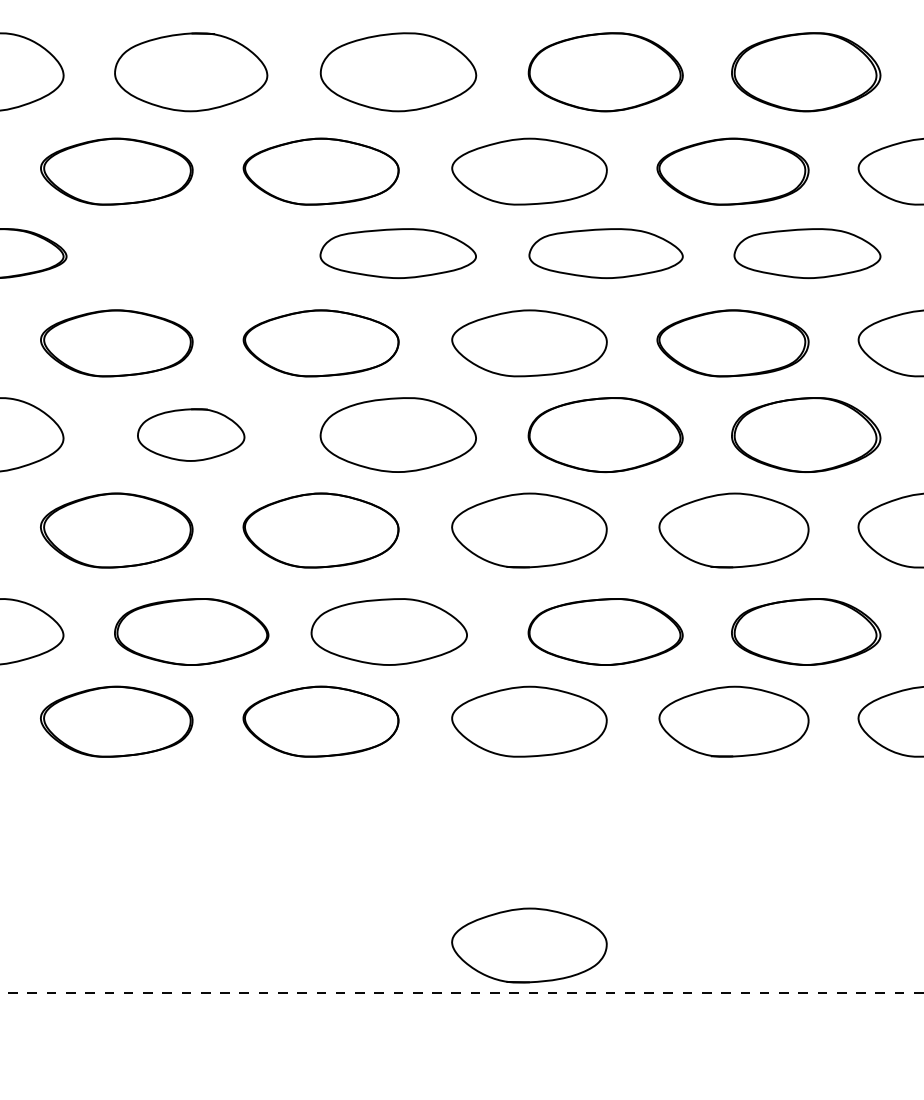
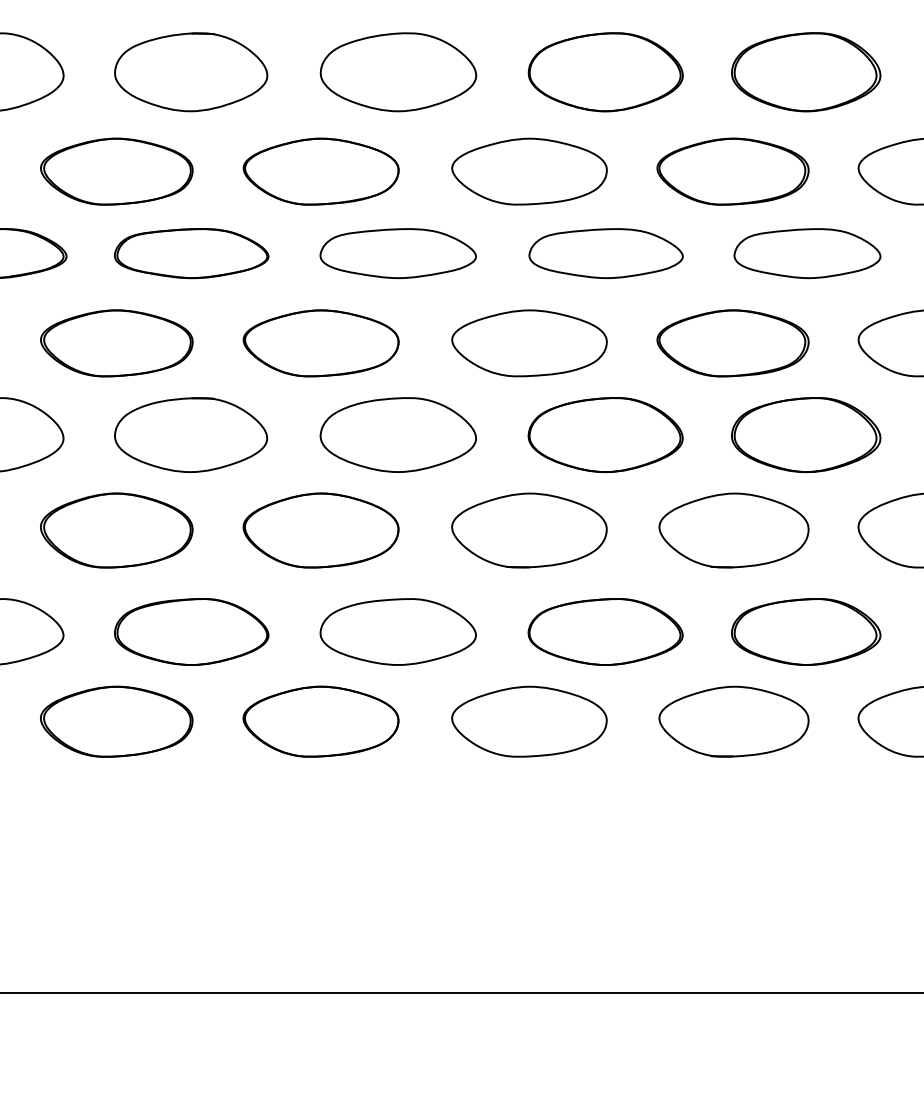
part at (191, 253): none -> present
part at (191, 434) size: 109x54 px -> 155x76 px
part at (388, 631) position: (388, 631) -> (397, 631)
part at (529, 945): present -> none
line at (462, 992): dashed -> solid
